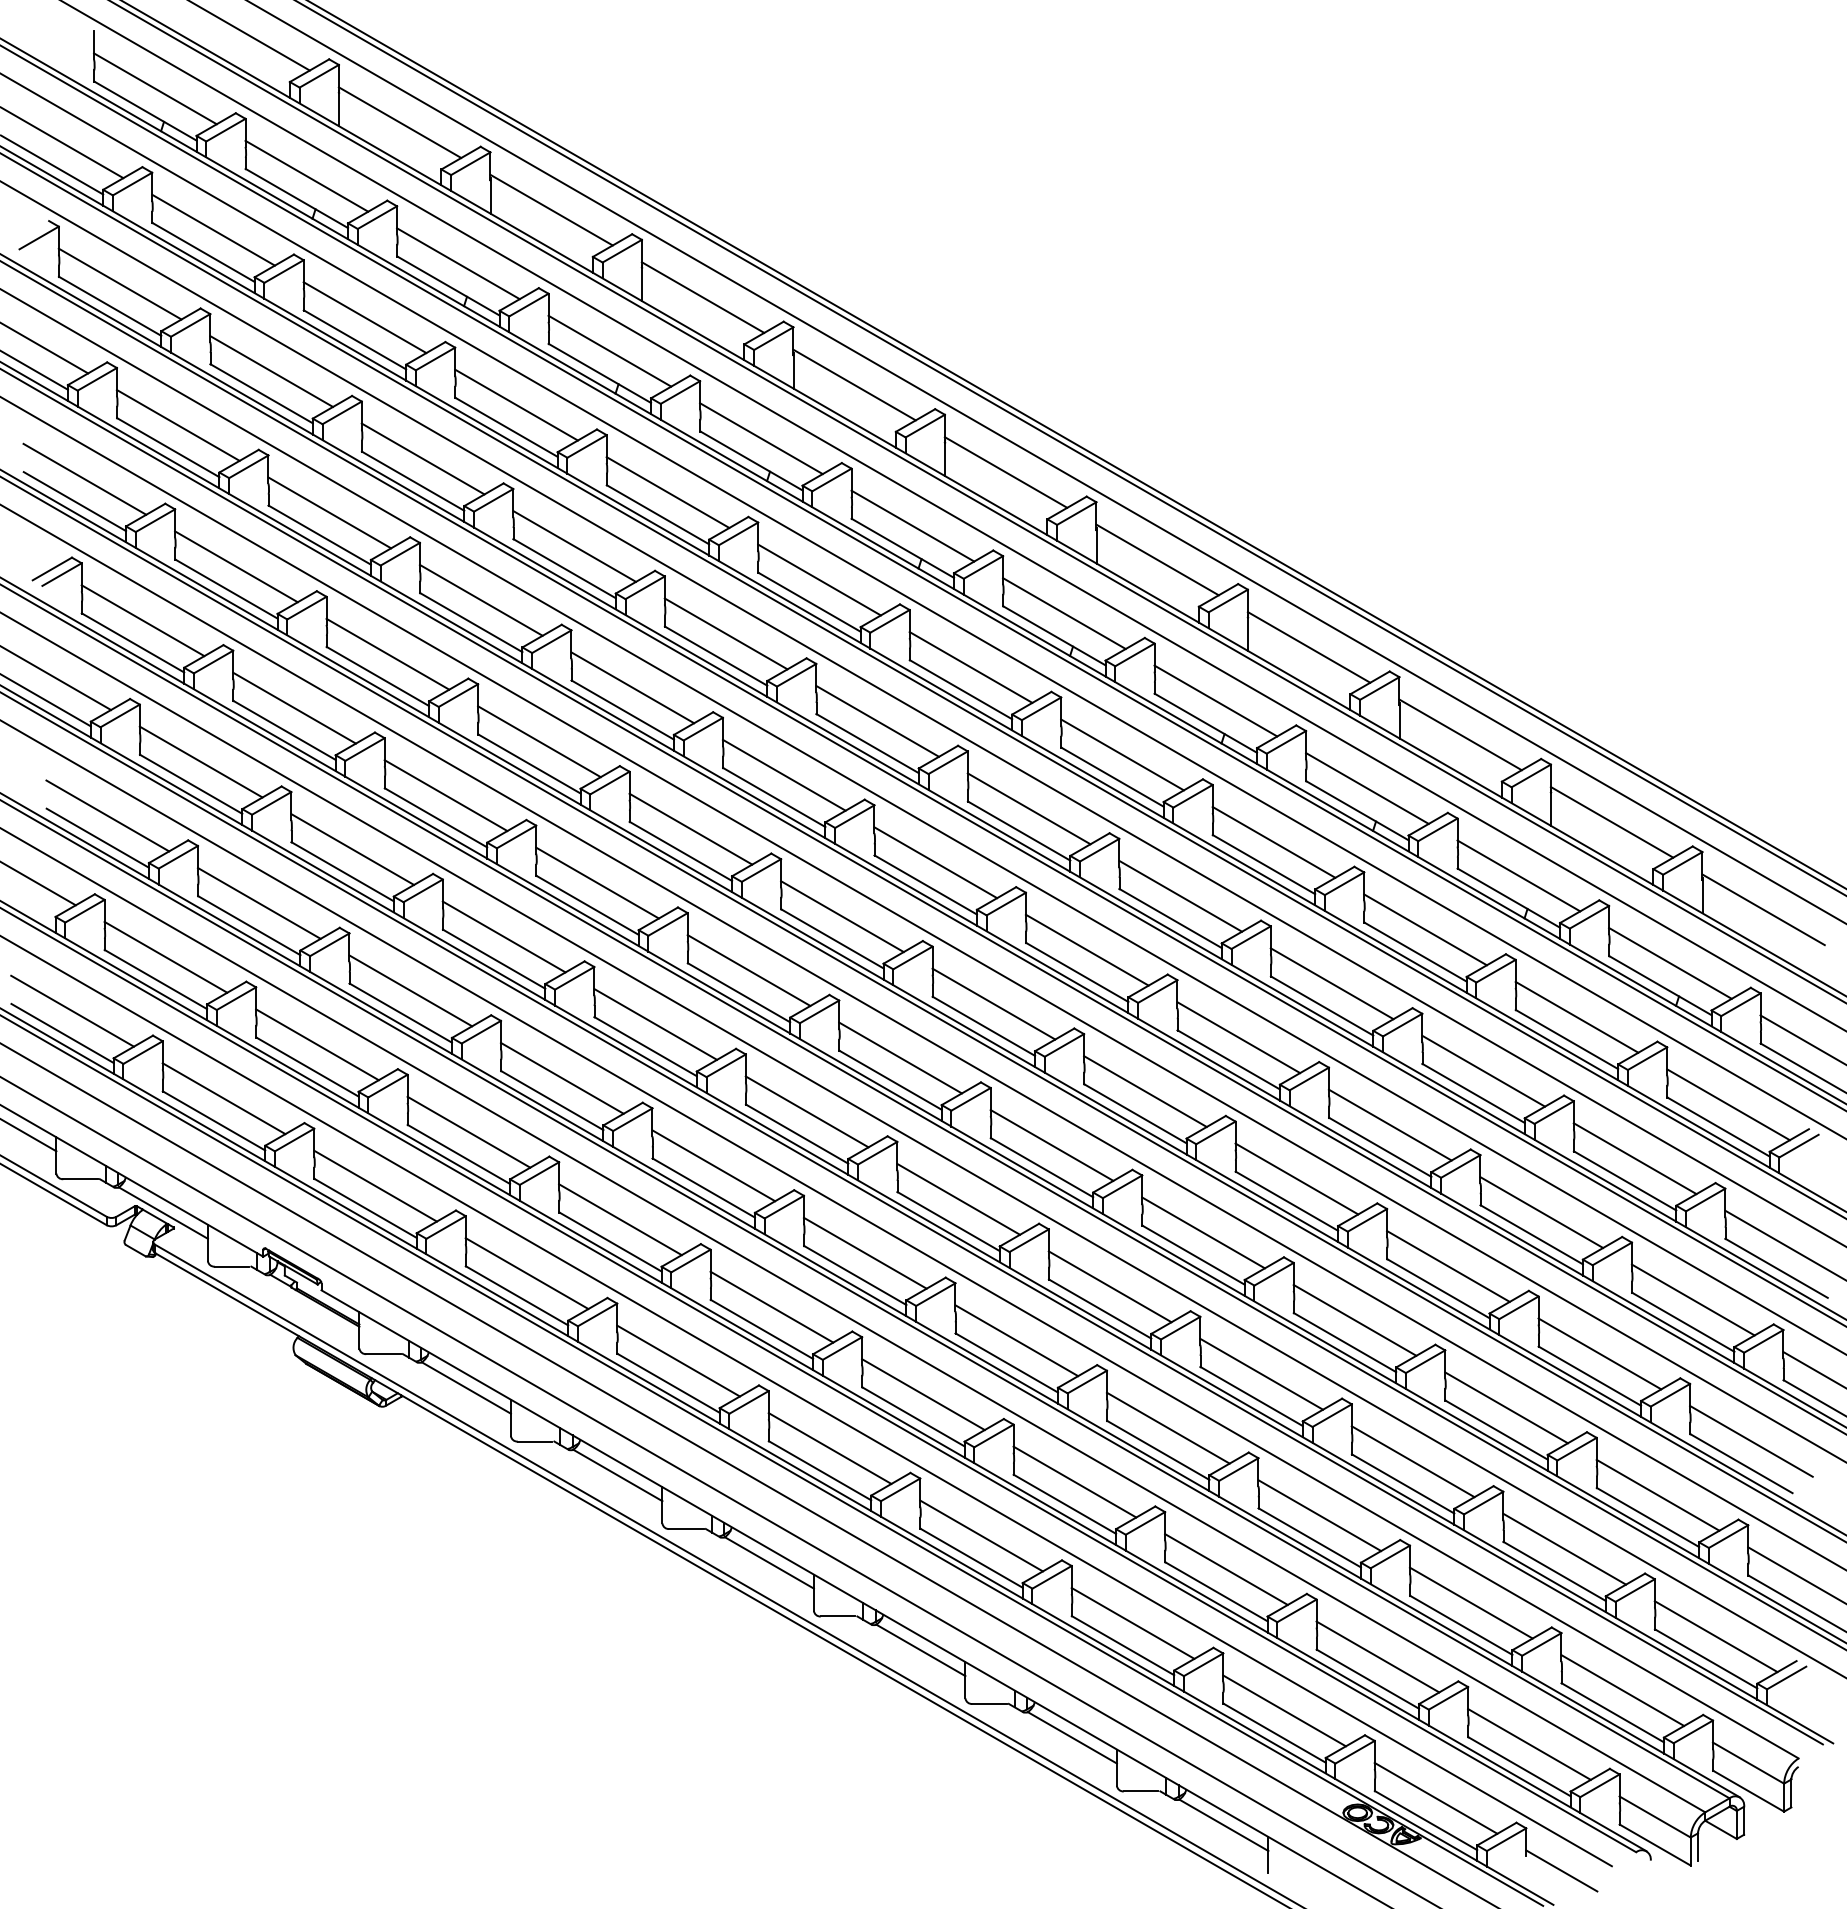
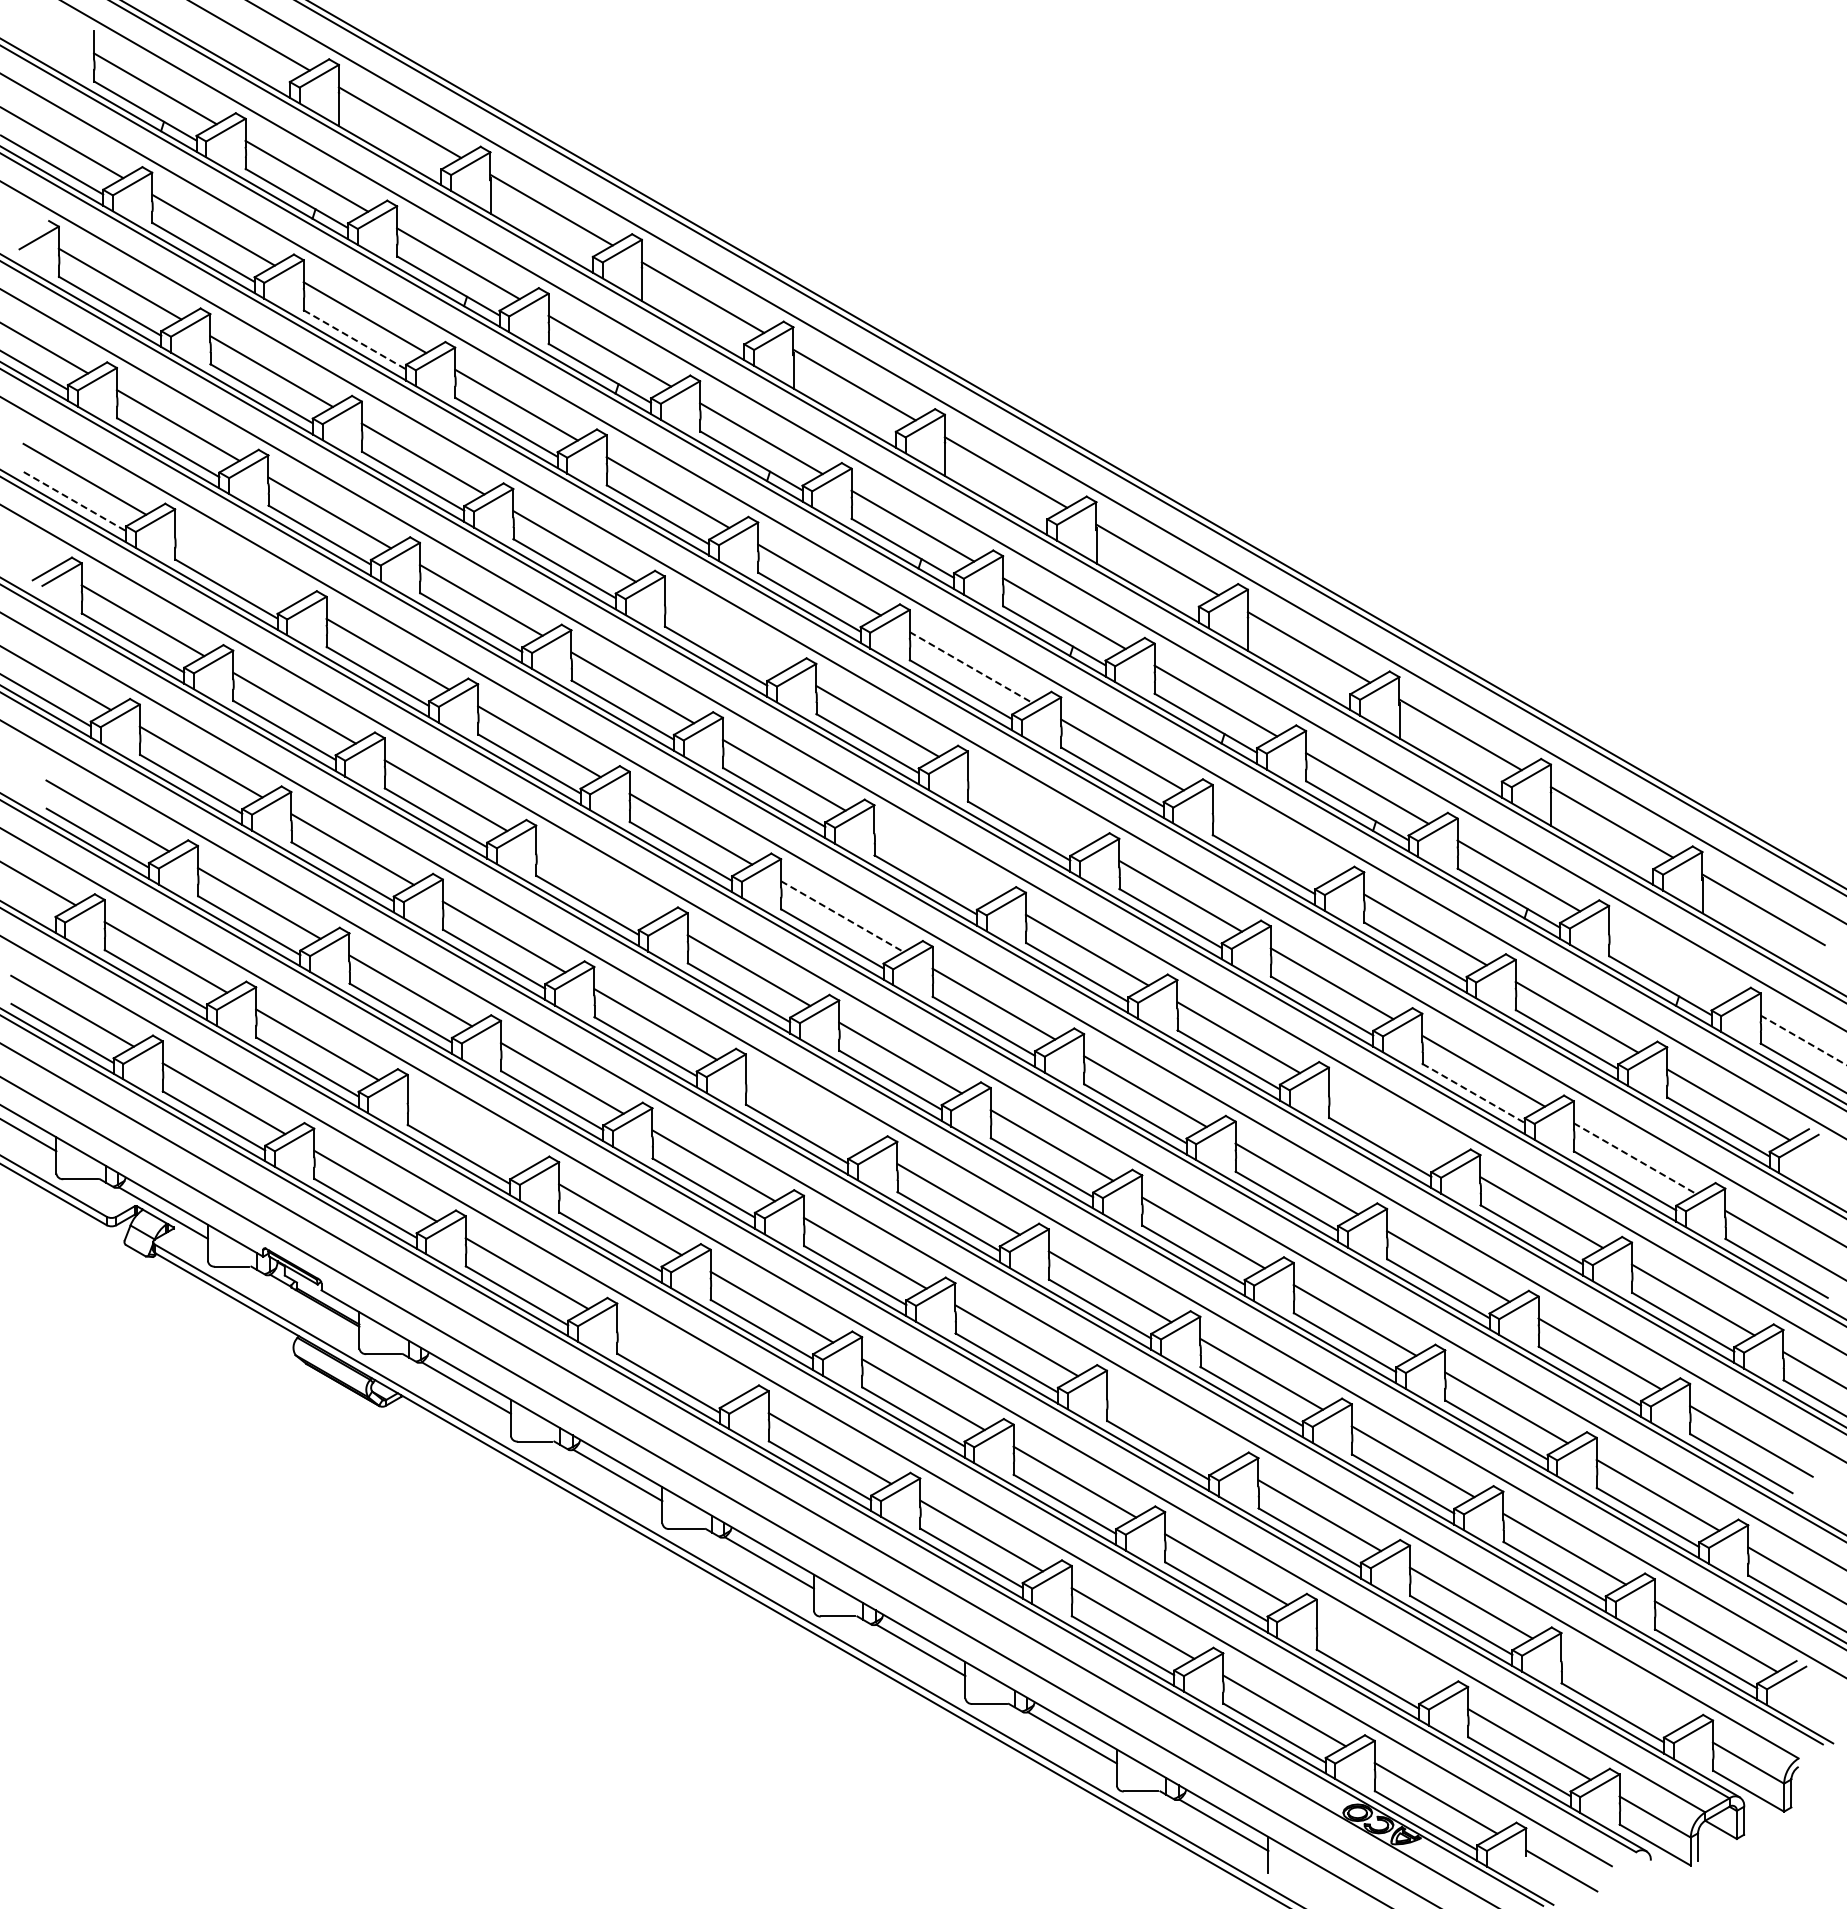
line at (355, 340): solid -> dashed
line at (75, 501): solid -> dashed
line at (236, 566): present -> none
line at (725, 633): present -> none
line at (971, 667): solid -> dashed
line at (1028, 808): present -> none
line at (1273, 841): present -> none
line at (935, 862): present -> none
line at (597, 882): present -> none
line at (842, 916): solid -> dashed
line at (1670, 962): present -> none
line at (1803, 1040): solid -> dashed
line at (1474, 1093): solid -> dashed
line at (806, 1111): present -> none
line at (1389, 1124): present -> none
line at (468, 1131): present -> none
line at (1635, 1158): solid -> dashed
line at (678, 1360): present -> none
line at (1167, 1427): present -> none
line at (1377, 1656): present -> none
line at (1622, 1690): present -> none
